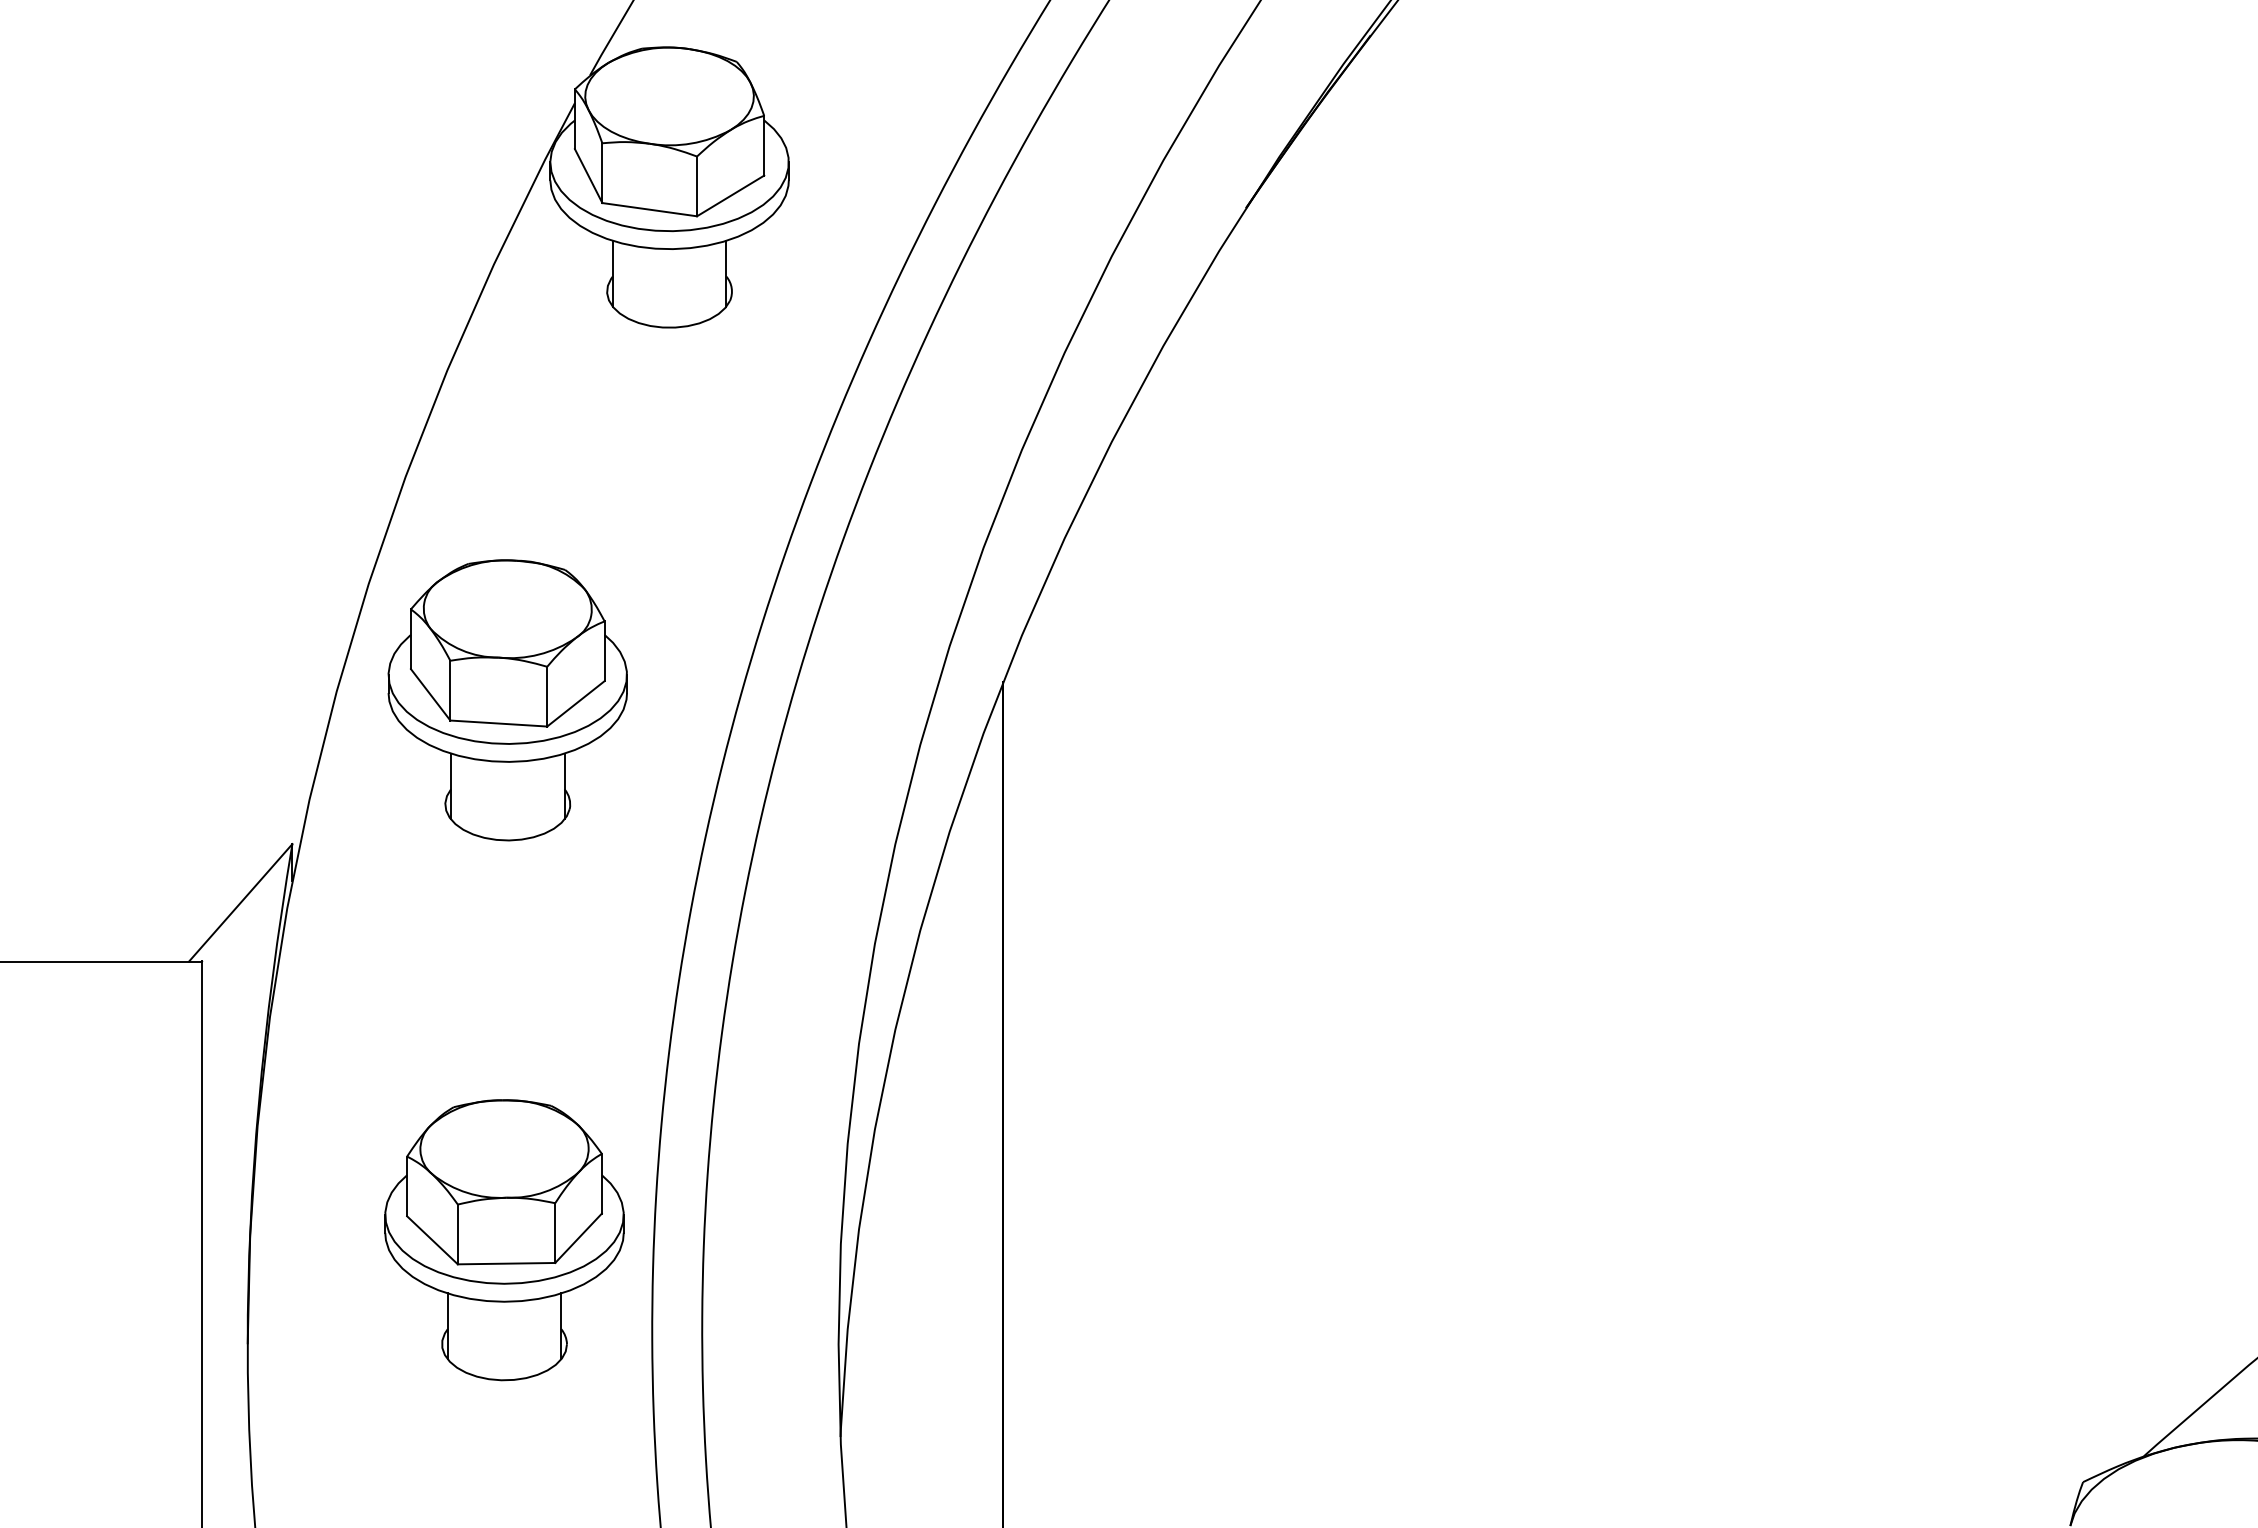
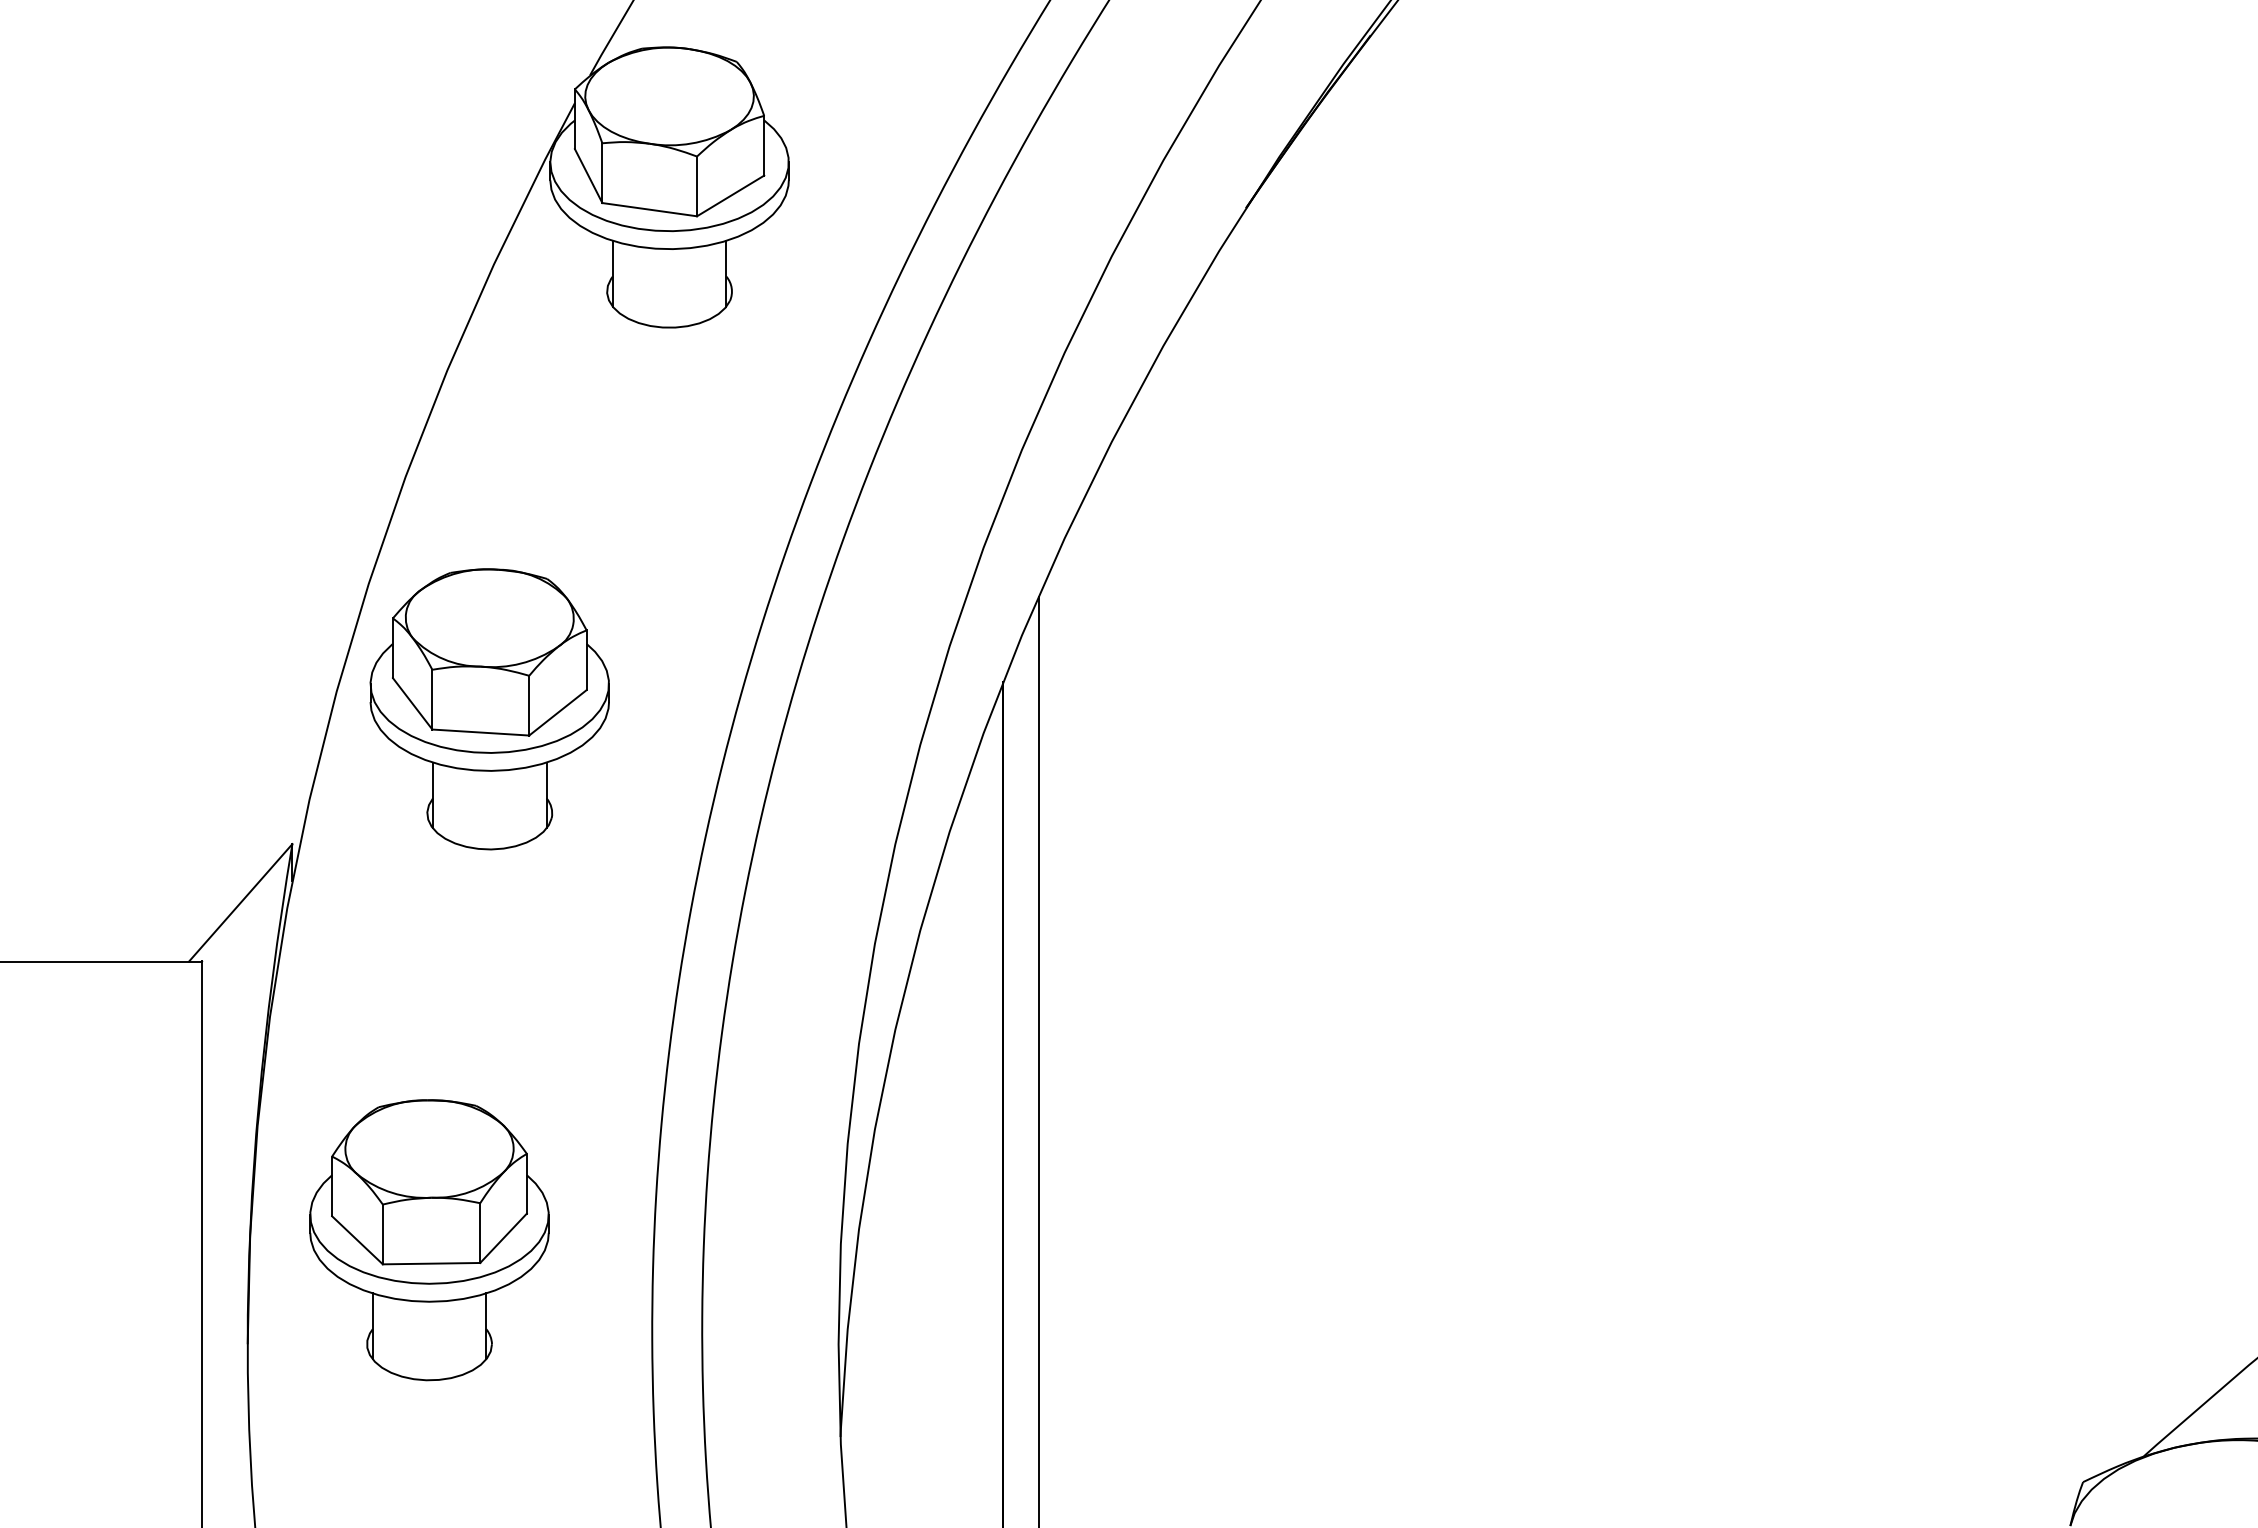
part at (507, 700) position: (507, 700) -> (489, 709)
line at (1038, 1060): none -> present
part at (504, 1240) position: (504, 1240) -> (429, 1240)
